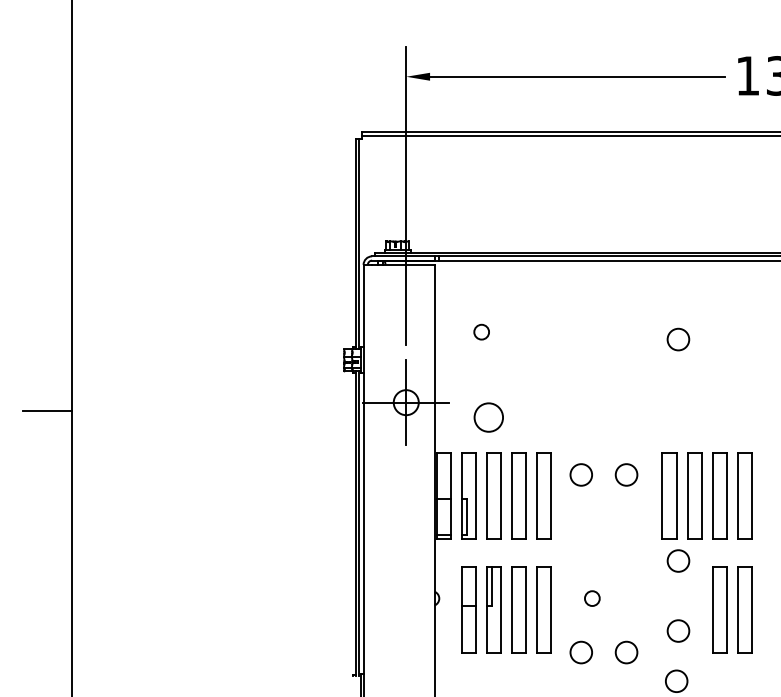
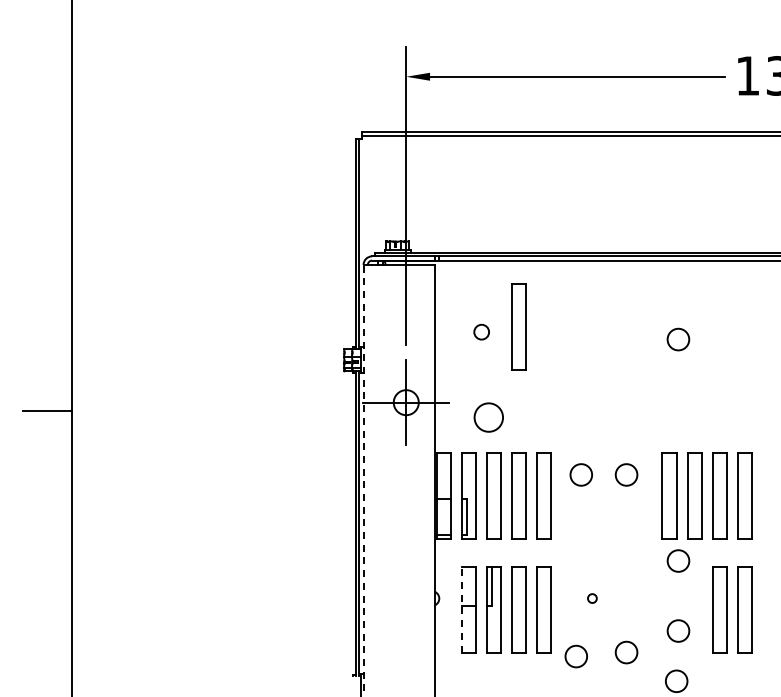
part at (518, 326): none -> present
line at (363, 480): solid -> dashed
circle at (592, 598) size: 17x17 px -> 11x11 px
line at (462, 609): solid -> dashed
circle at (580, 652) position: (580, 652) -> (575, 656)
